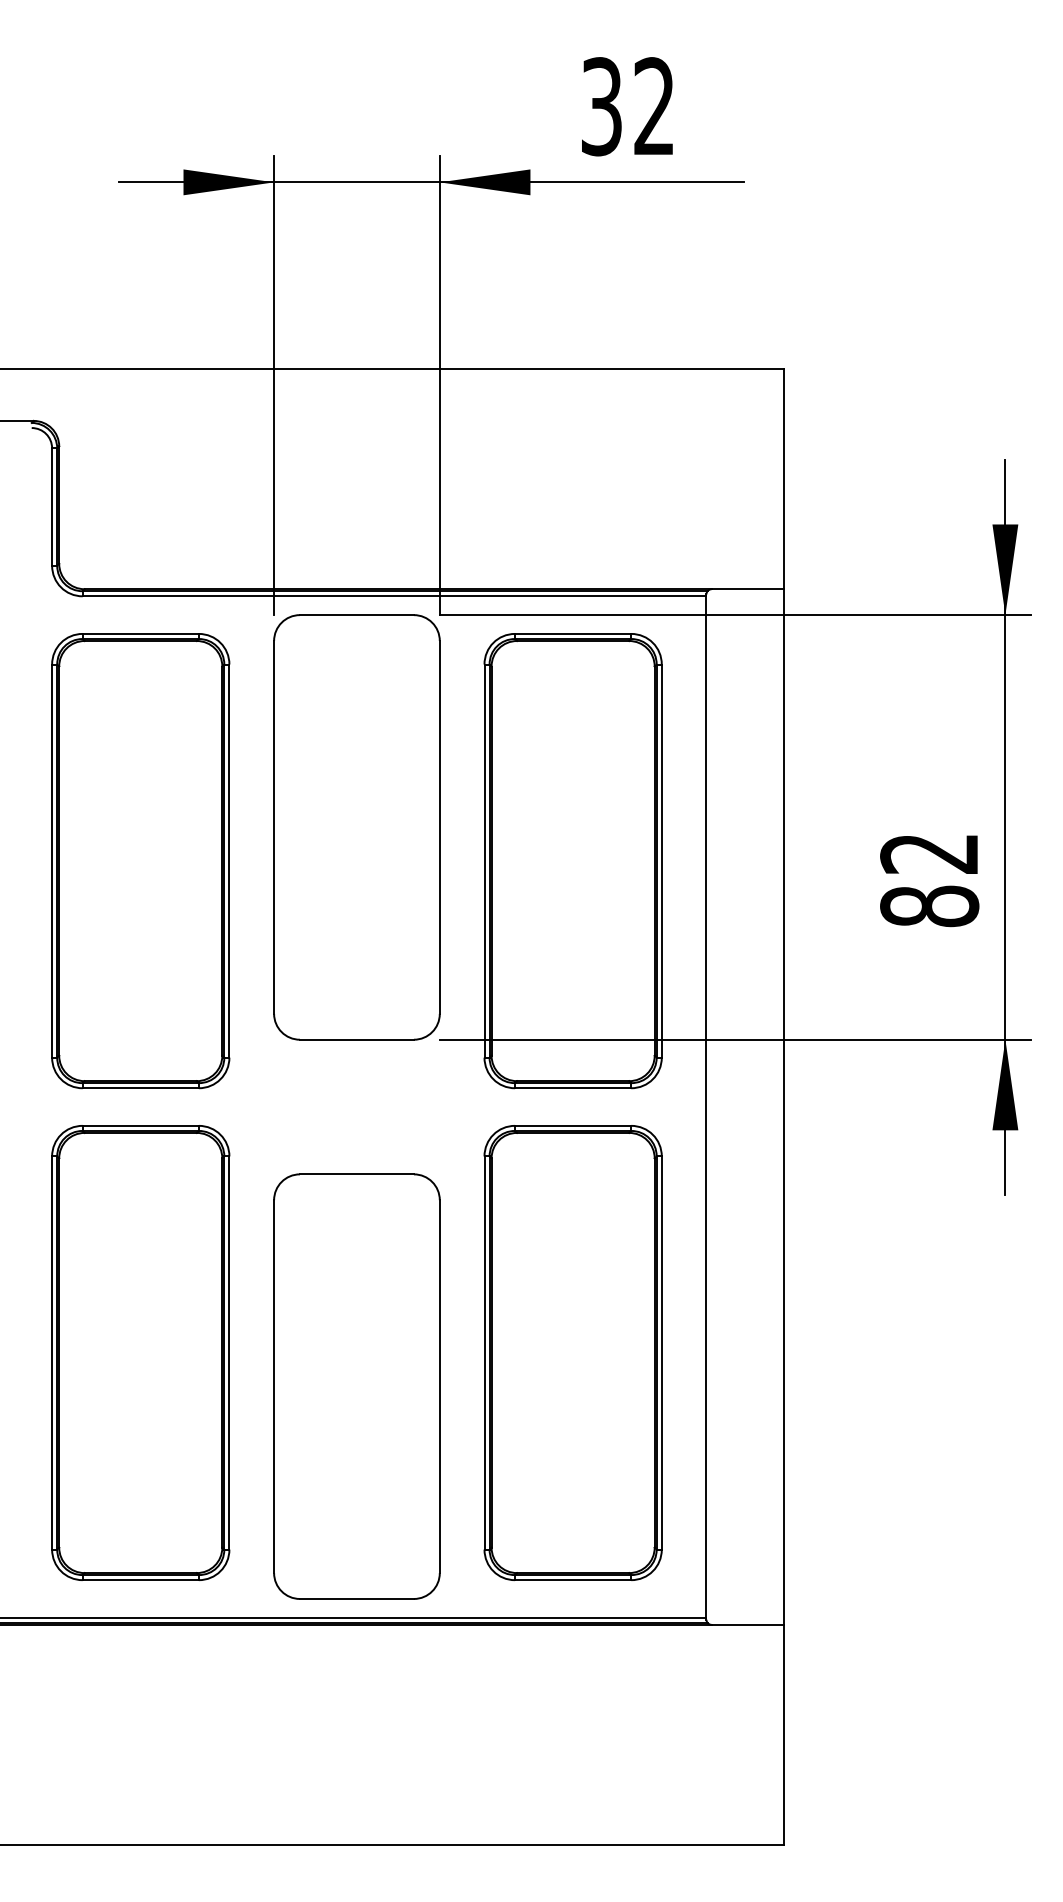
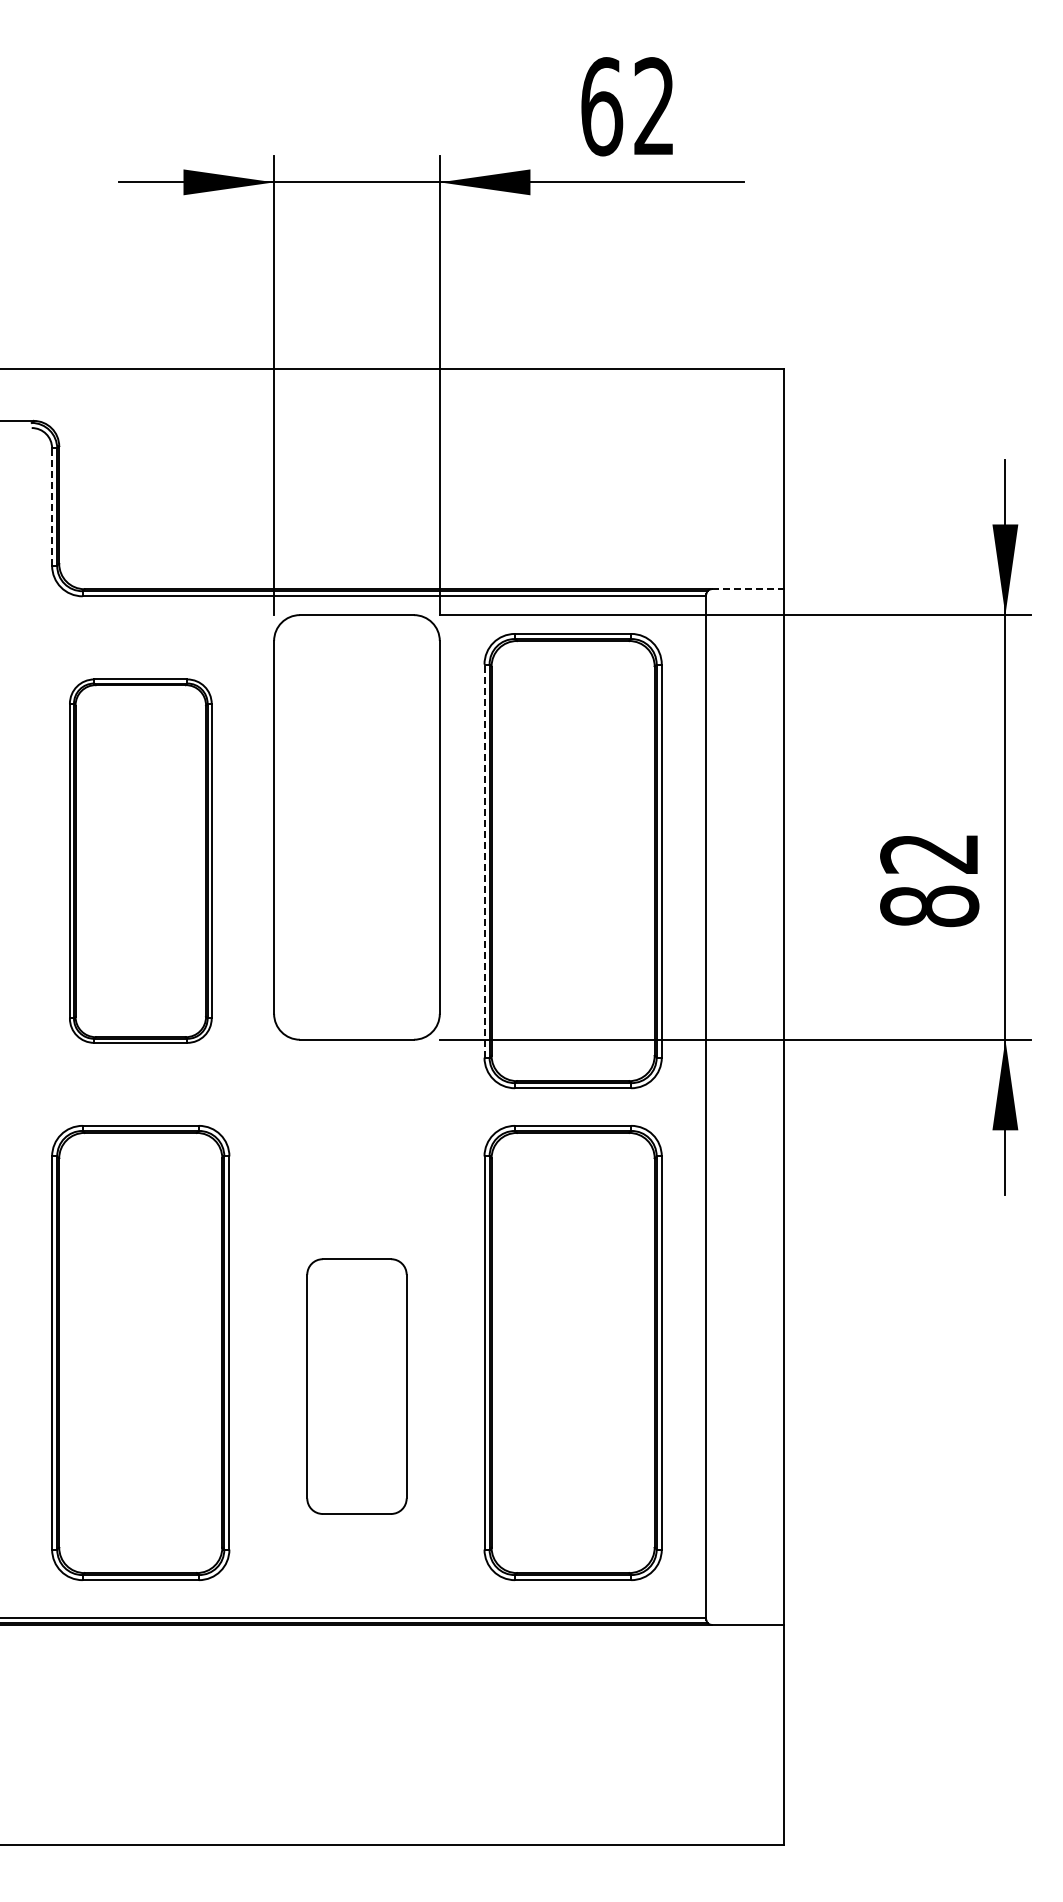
text at (602, 106): 32 -> 62
line at (52, 507): solid -> dashed
line at (748, 589): solid -> dashed
part at (140, 861) size: 180x457 px -> 144x366 px
line at (484, 861): solid -> dashed
part at (356, 1386) size: 168x427 px -> 102x257 px
